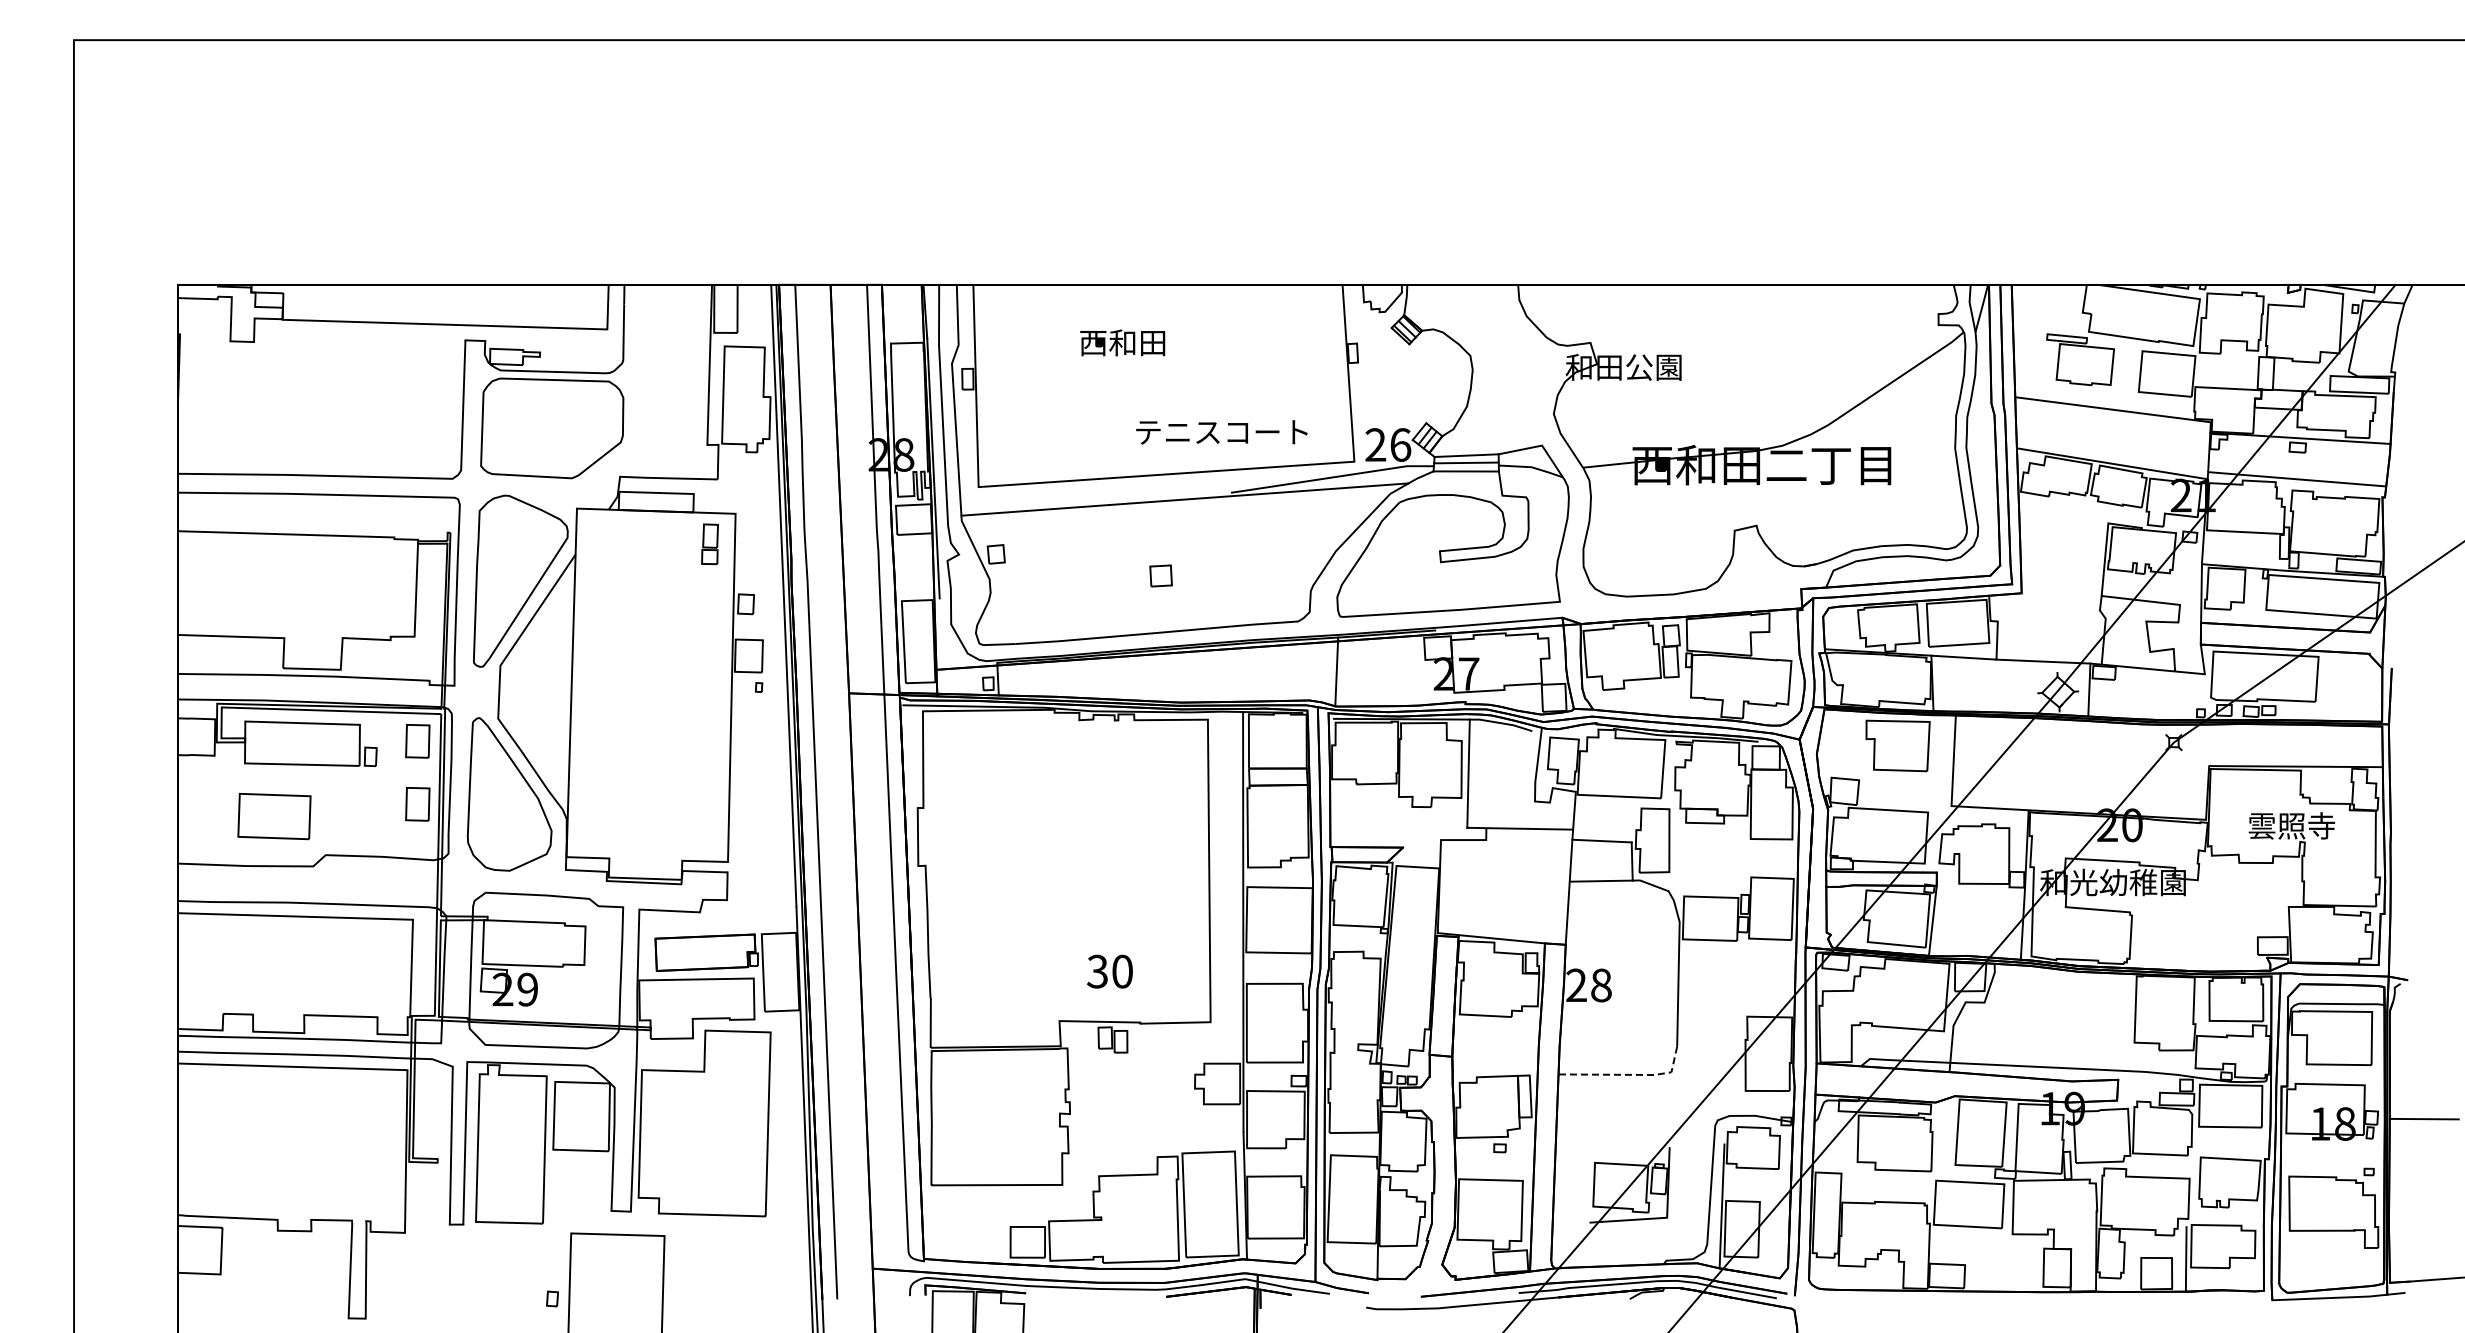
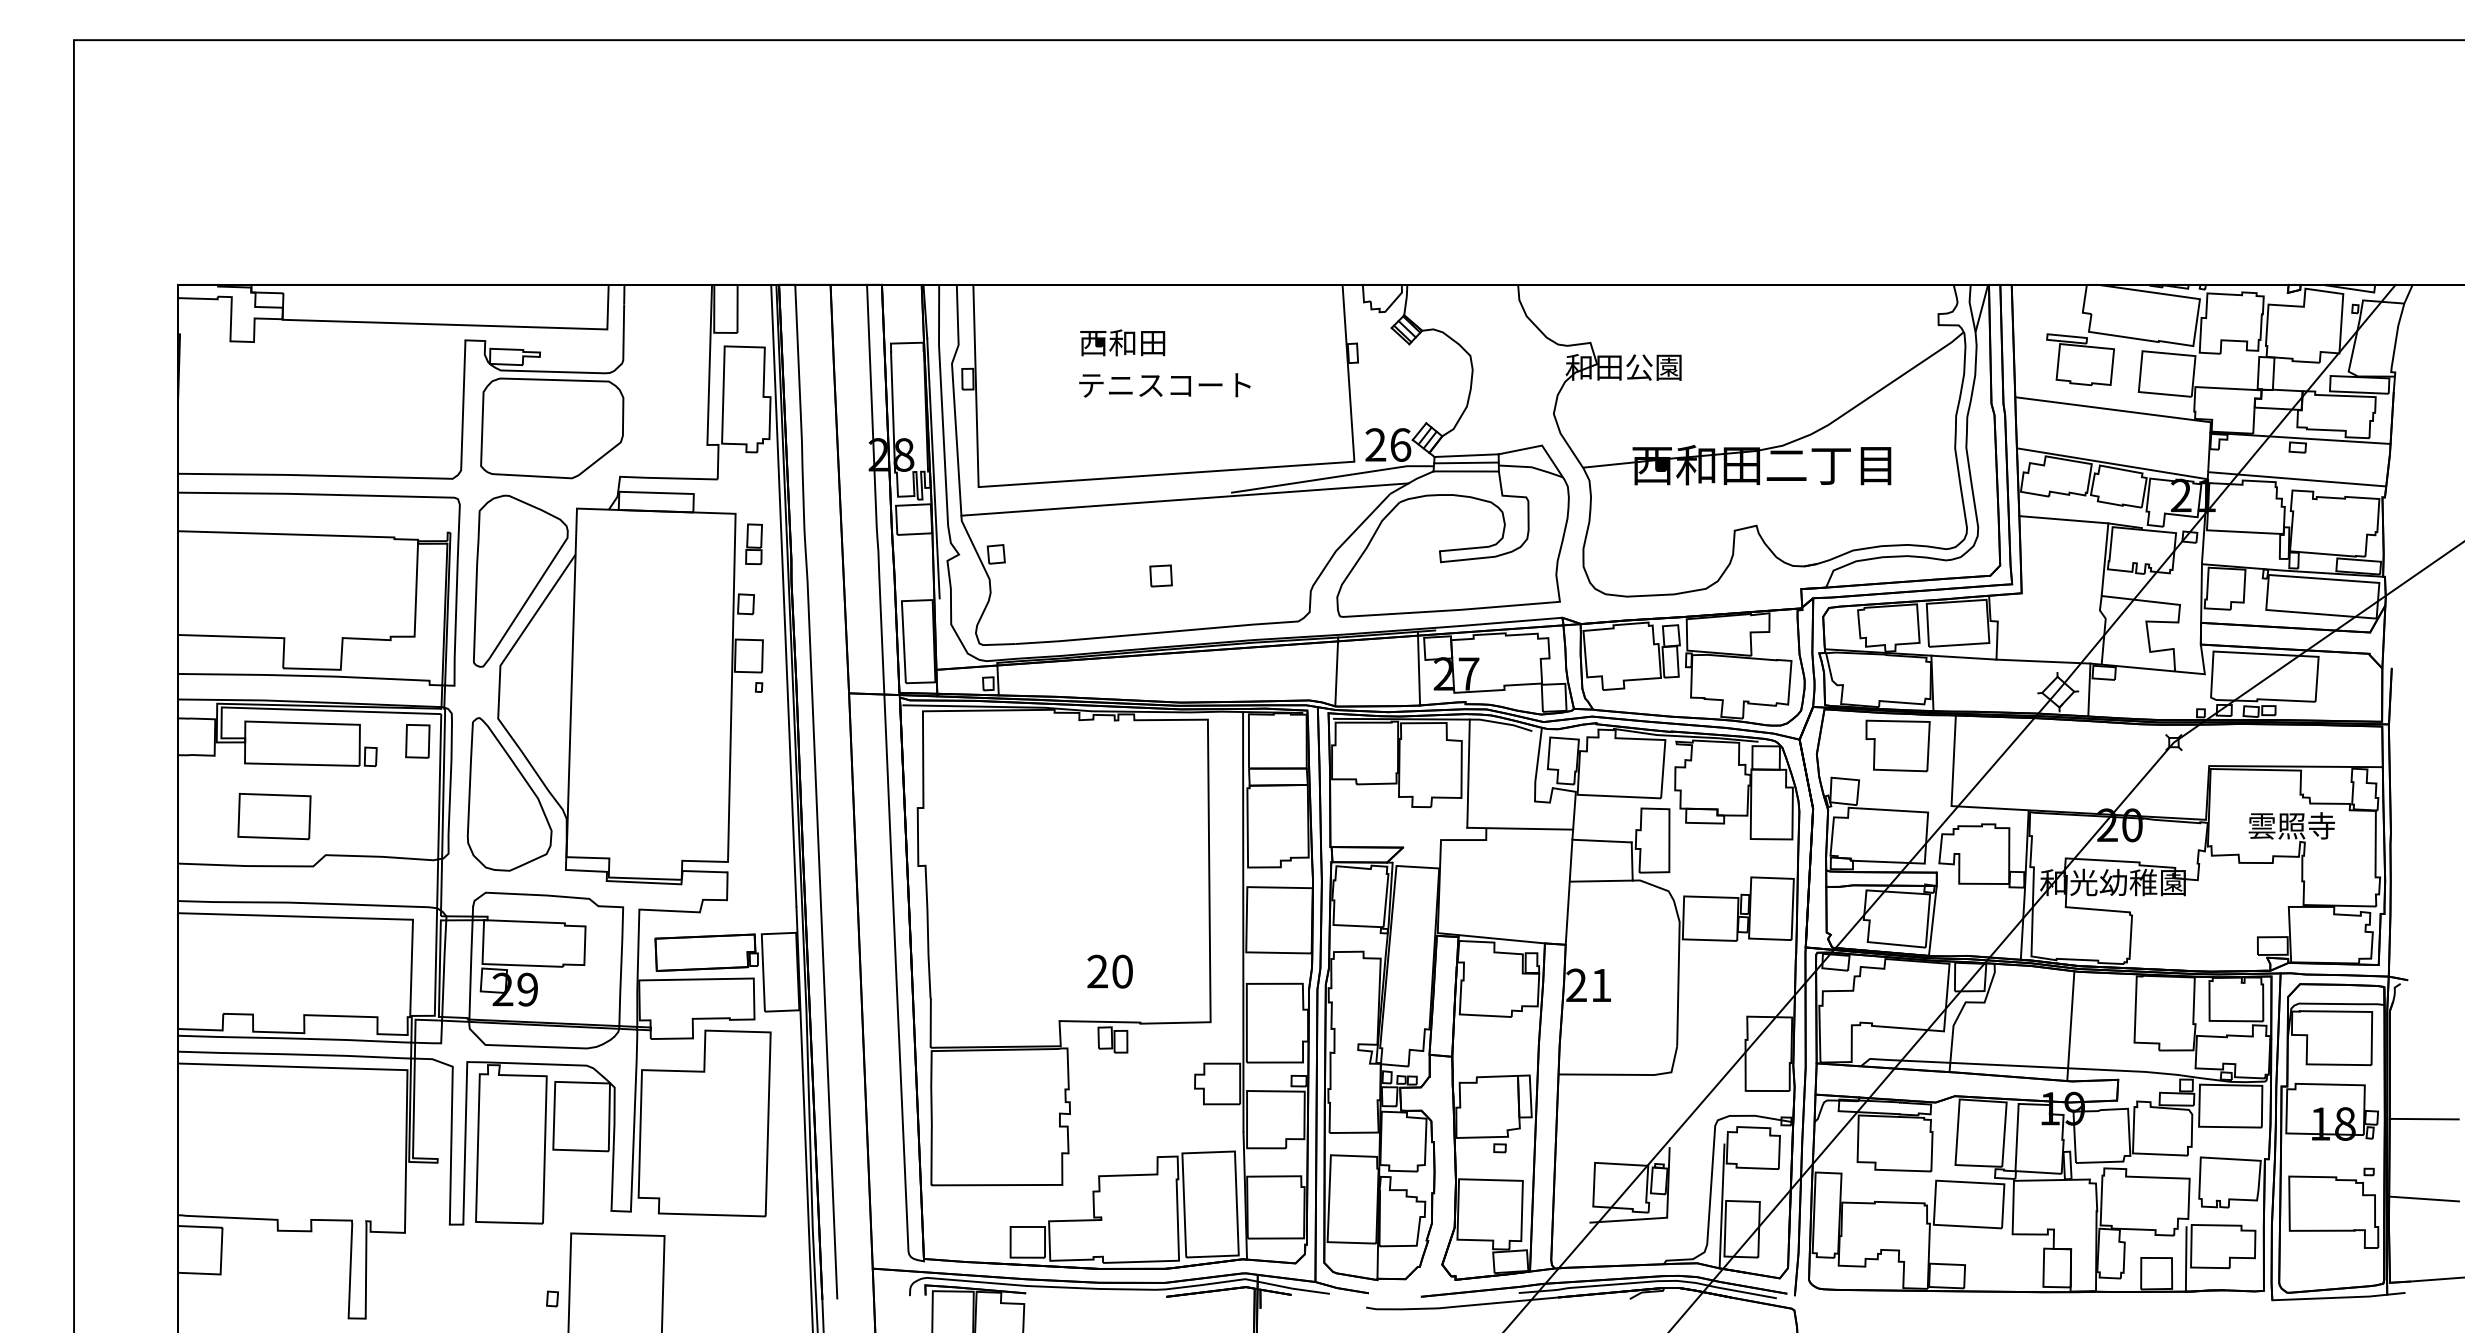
text at (1221, 432) position: (1221, 432) -> (1164, 385)
line at (2063, 519): none -> present
part at (709, 544) position: (709, 544) -> (753, 544)
line at (1418, 668): none -> present
part at (417, 804): present -> none
text at (1097, 971): 30 -> 20
text at (1601, 985): 28 -> 21
line at (2070, 1026): none -> present
line at (1629, 1074): dashed -> solid
line at (2424, 1198): none -> present
